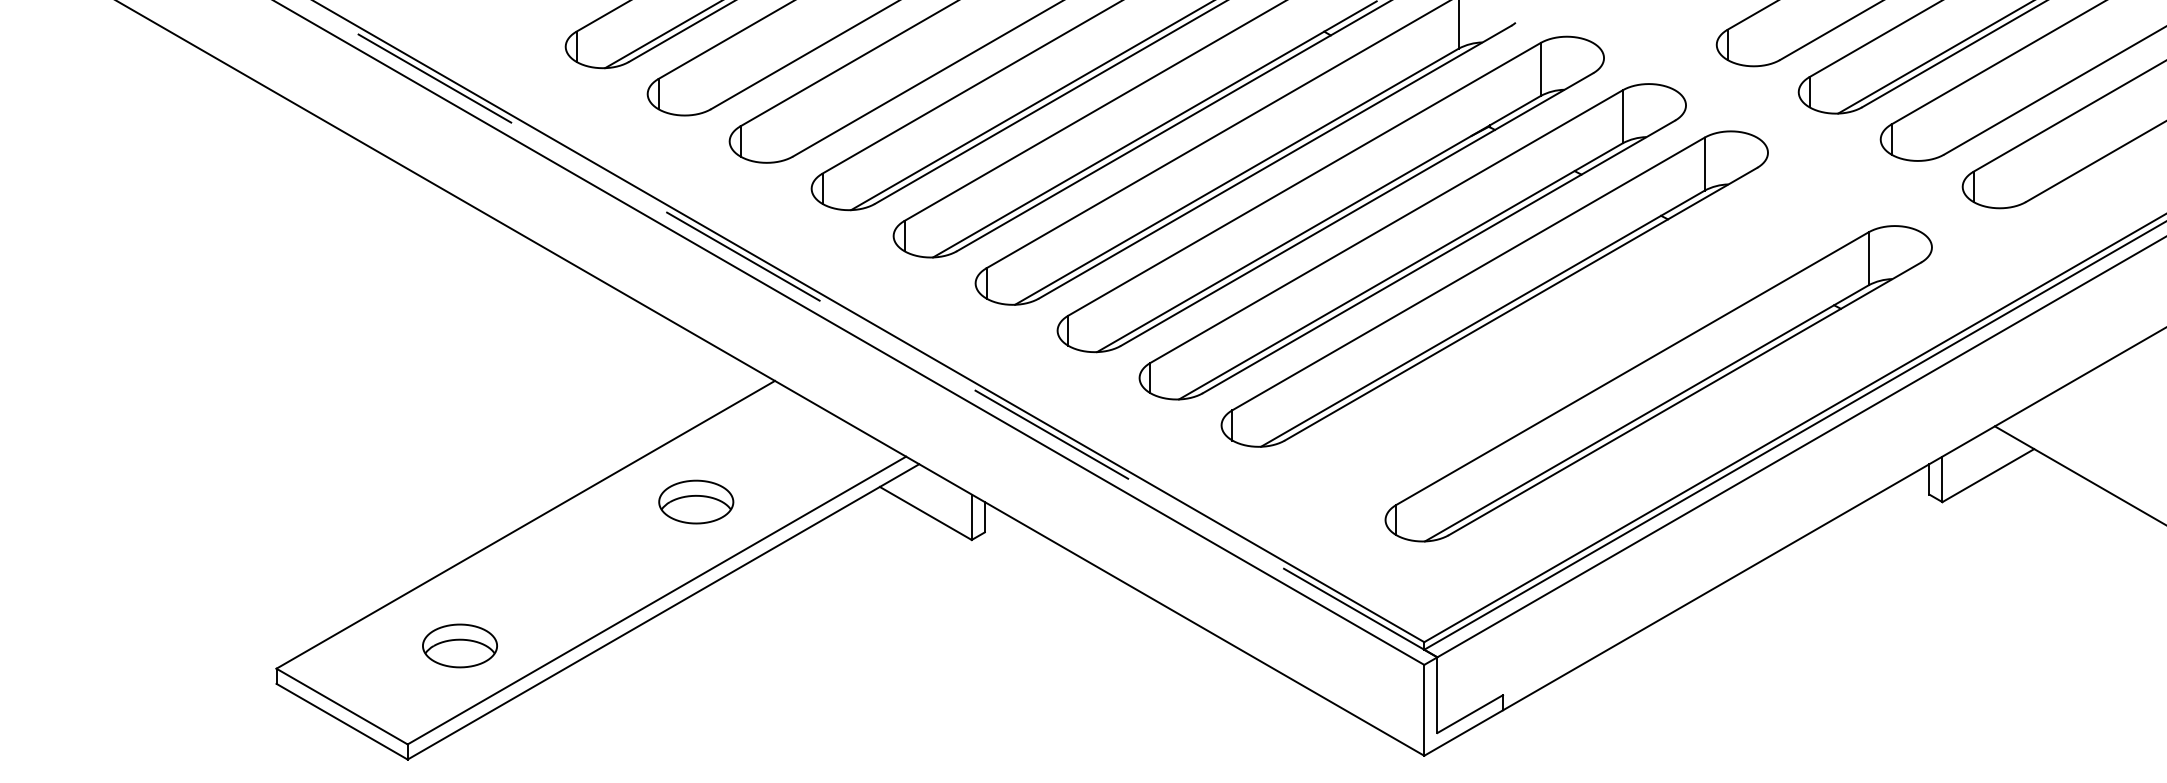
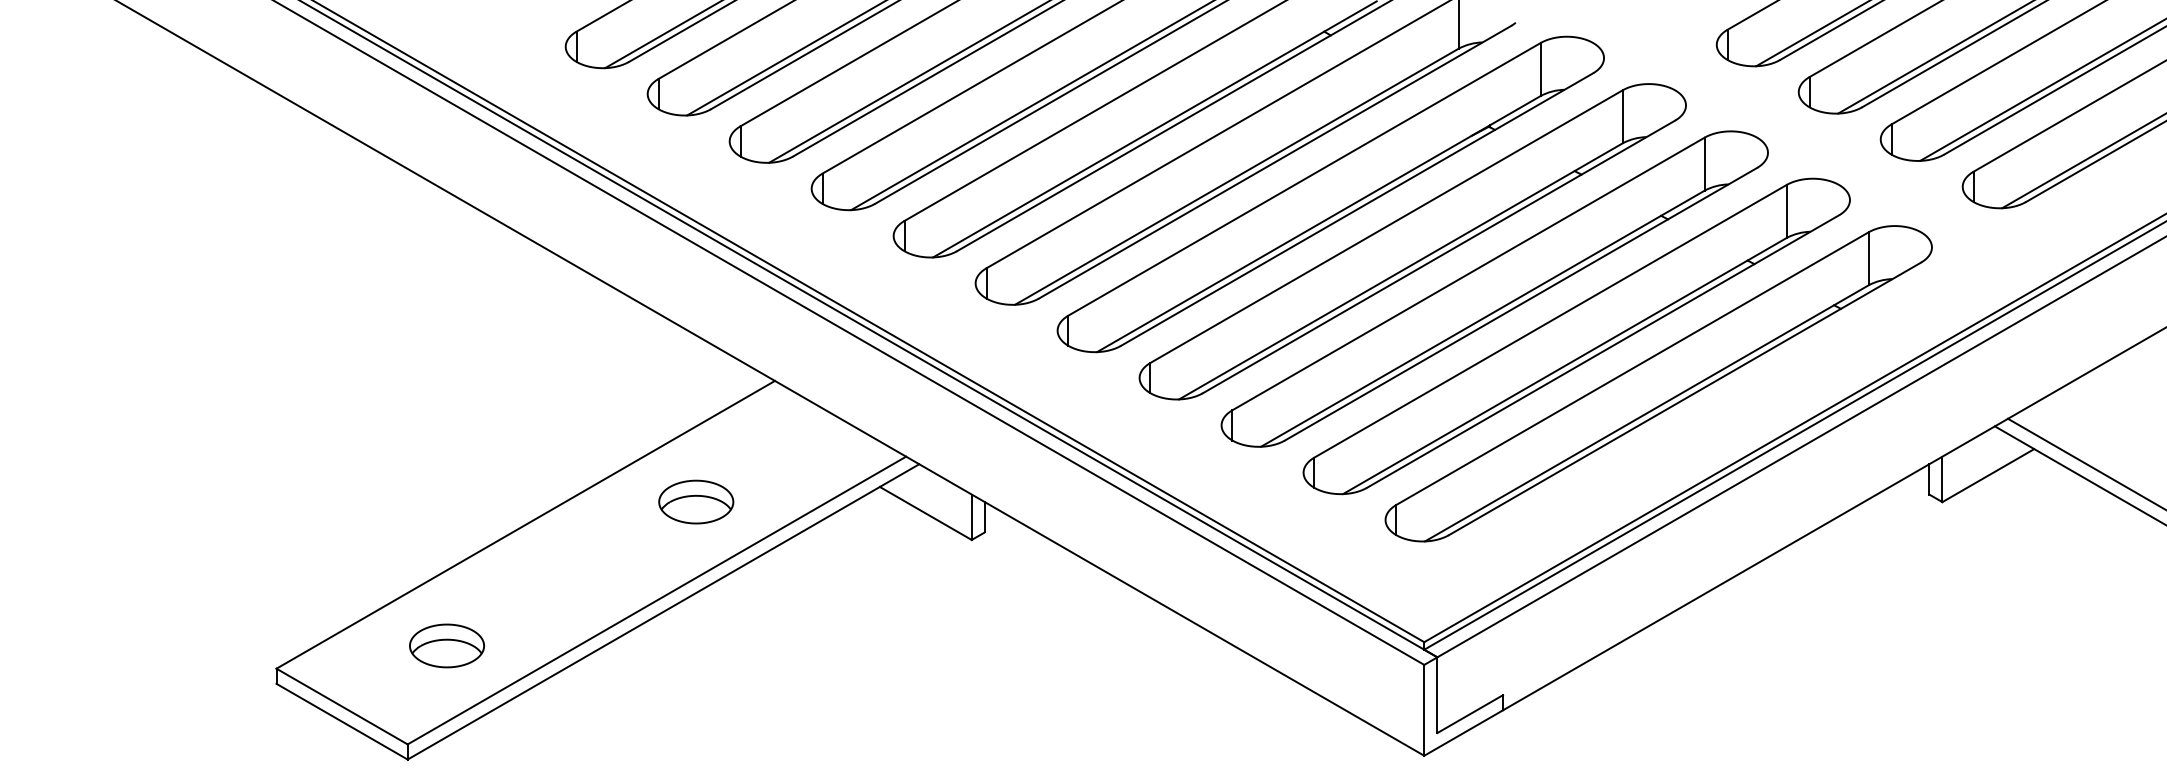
line at (1811, 34): none -> present
line at (784, 58): none -> present
line at (908, 82): none -> present
line at (2041, 90): none -> present
line at (2082, 161): none -> present
line at (868, 328): dashed -> solid
part at (1576, 336): none -> present
line at (2085, 463): none -> present
part at (459, 645) position: (459, 645) -> (446, 645)
